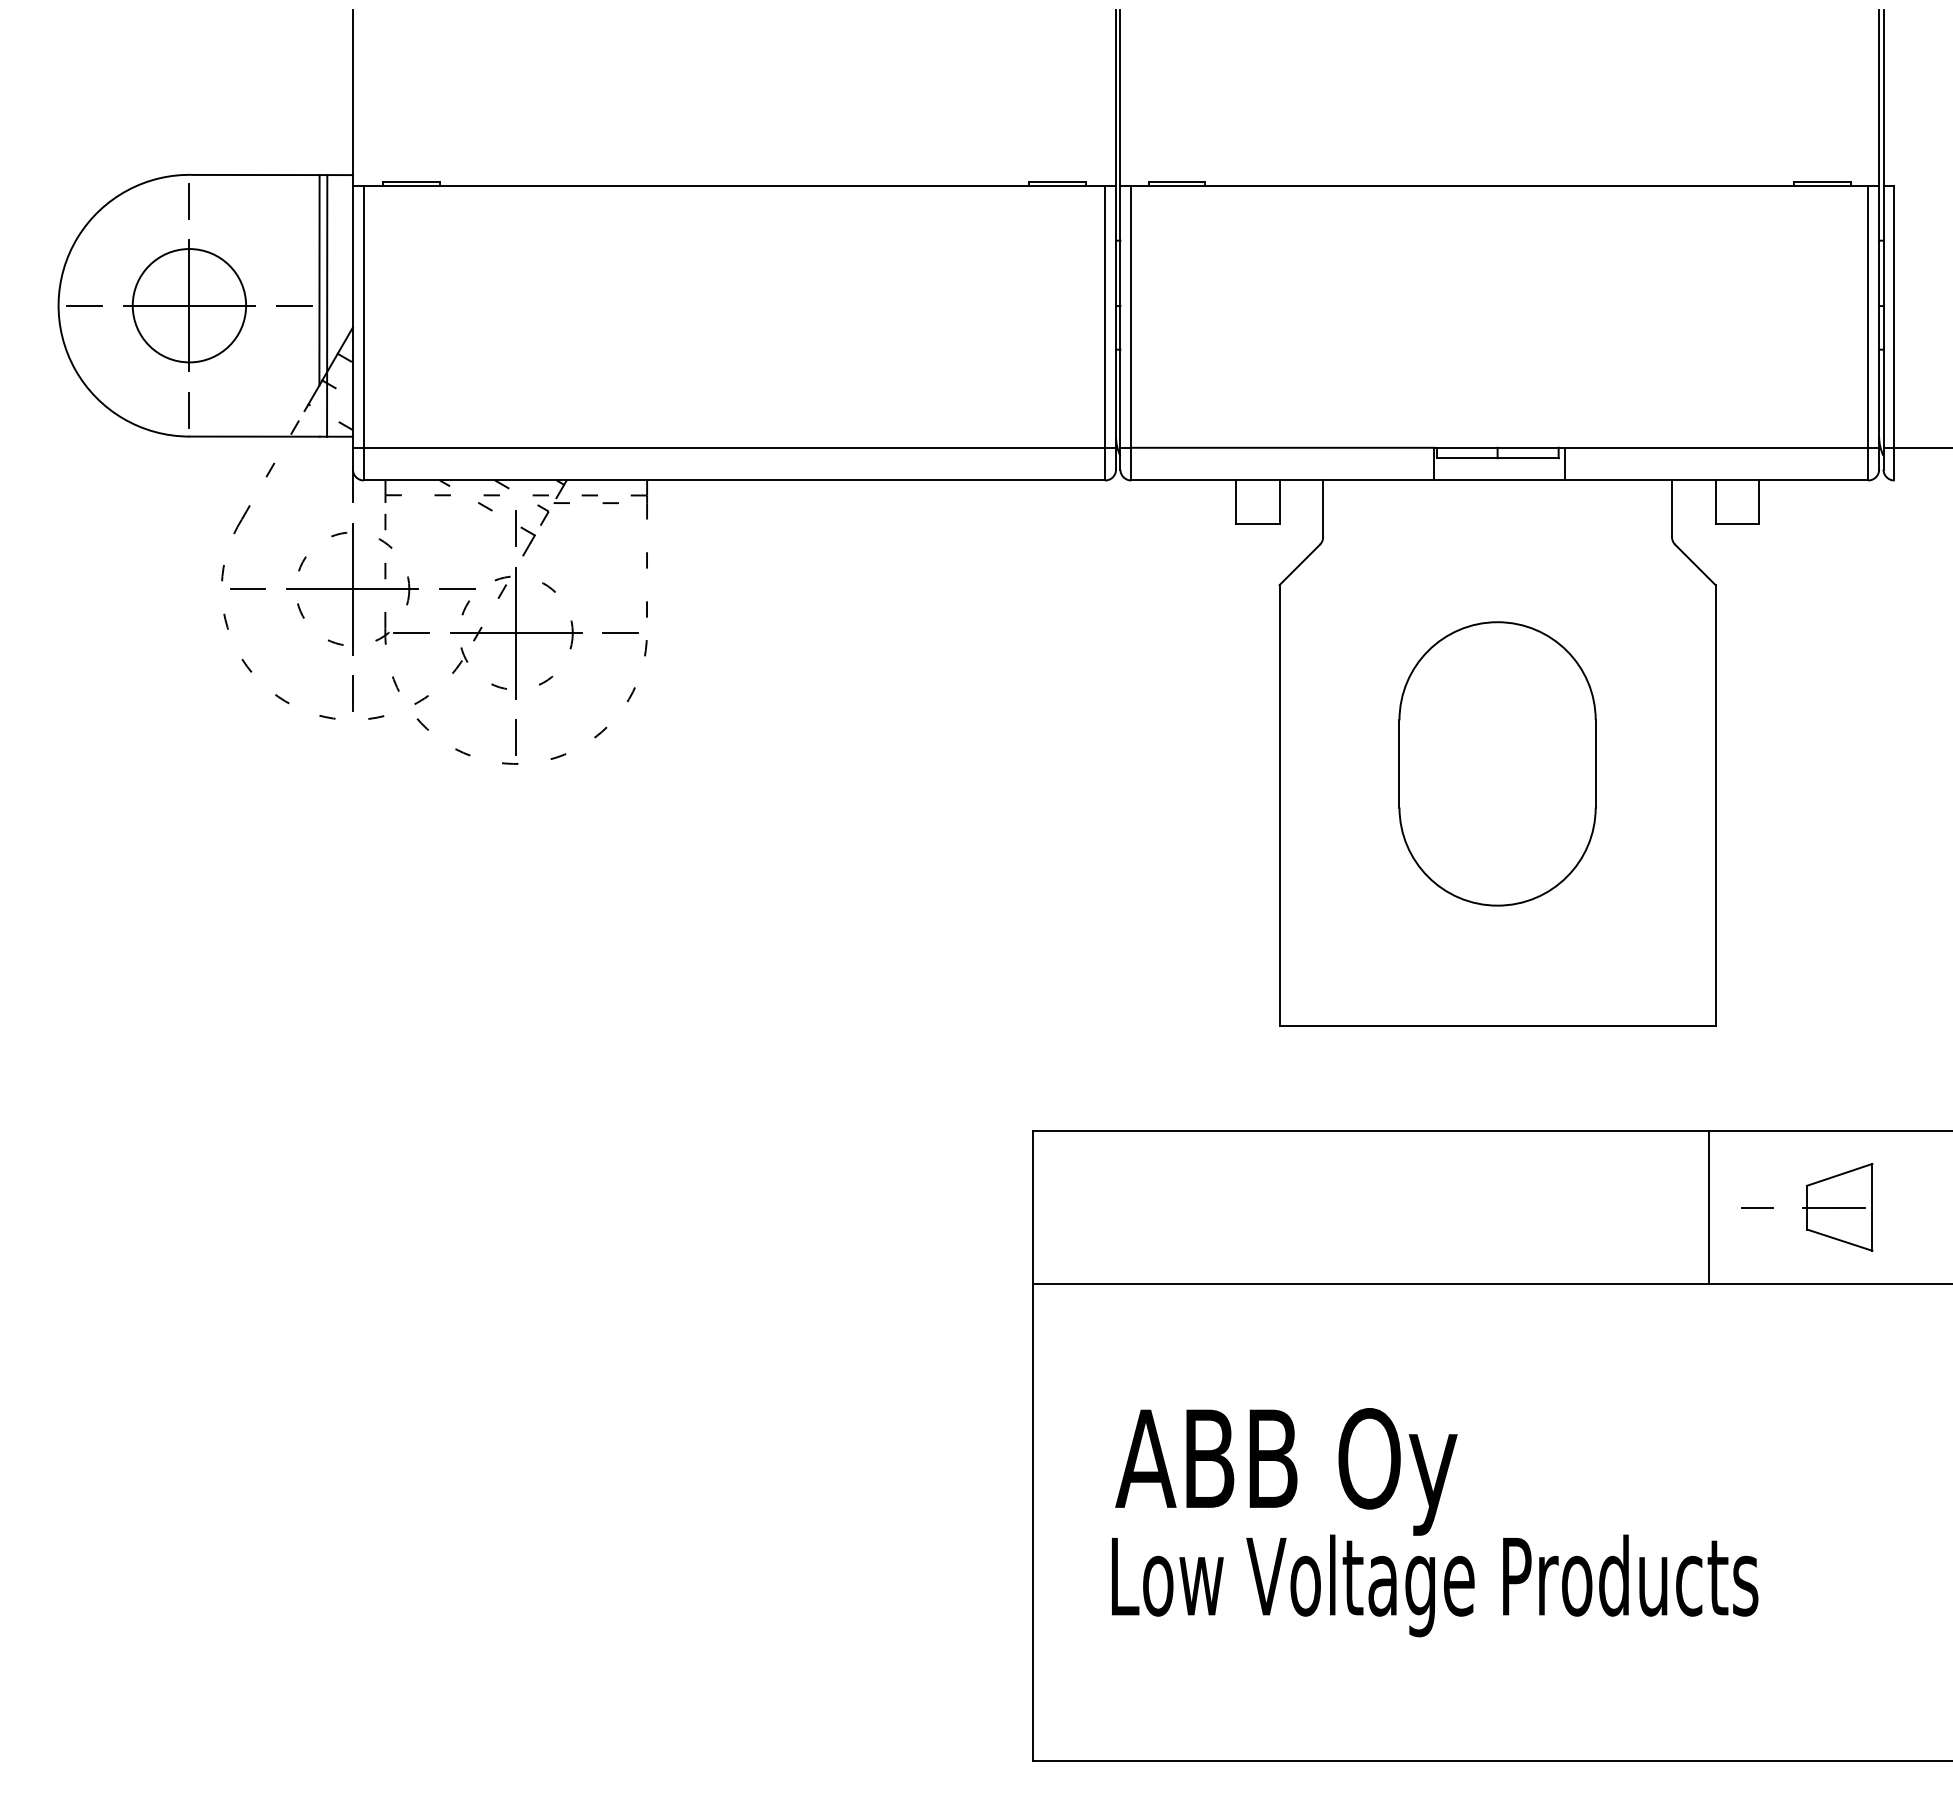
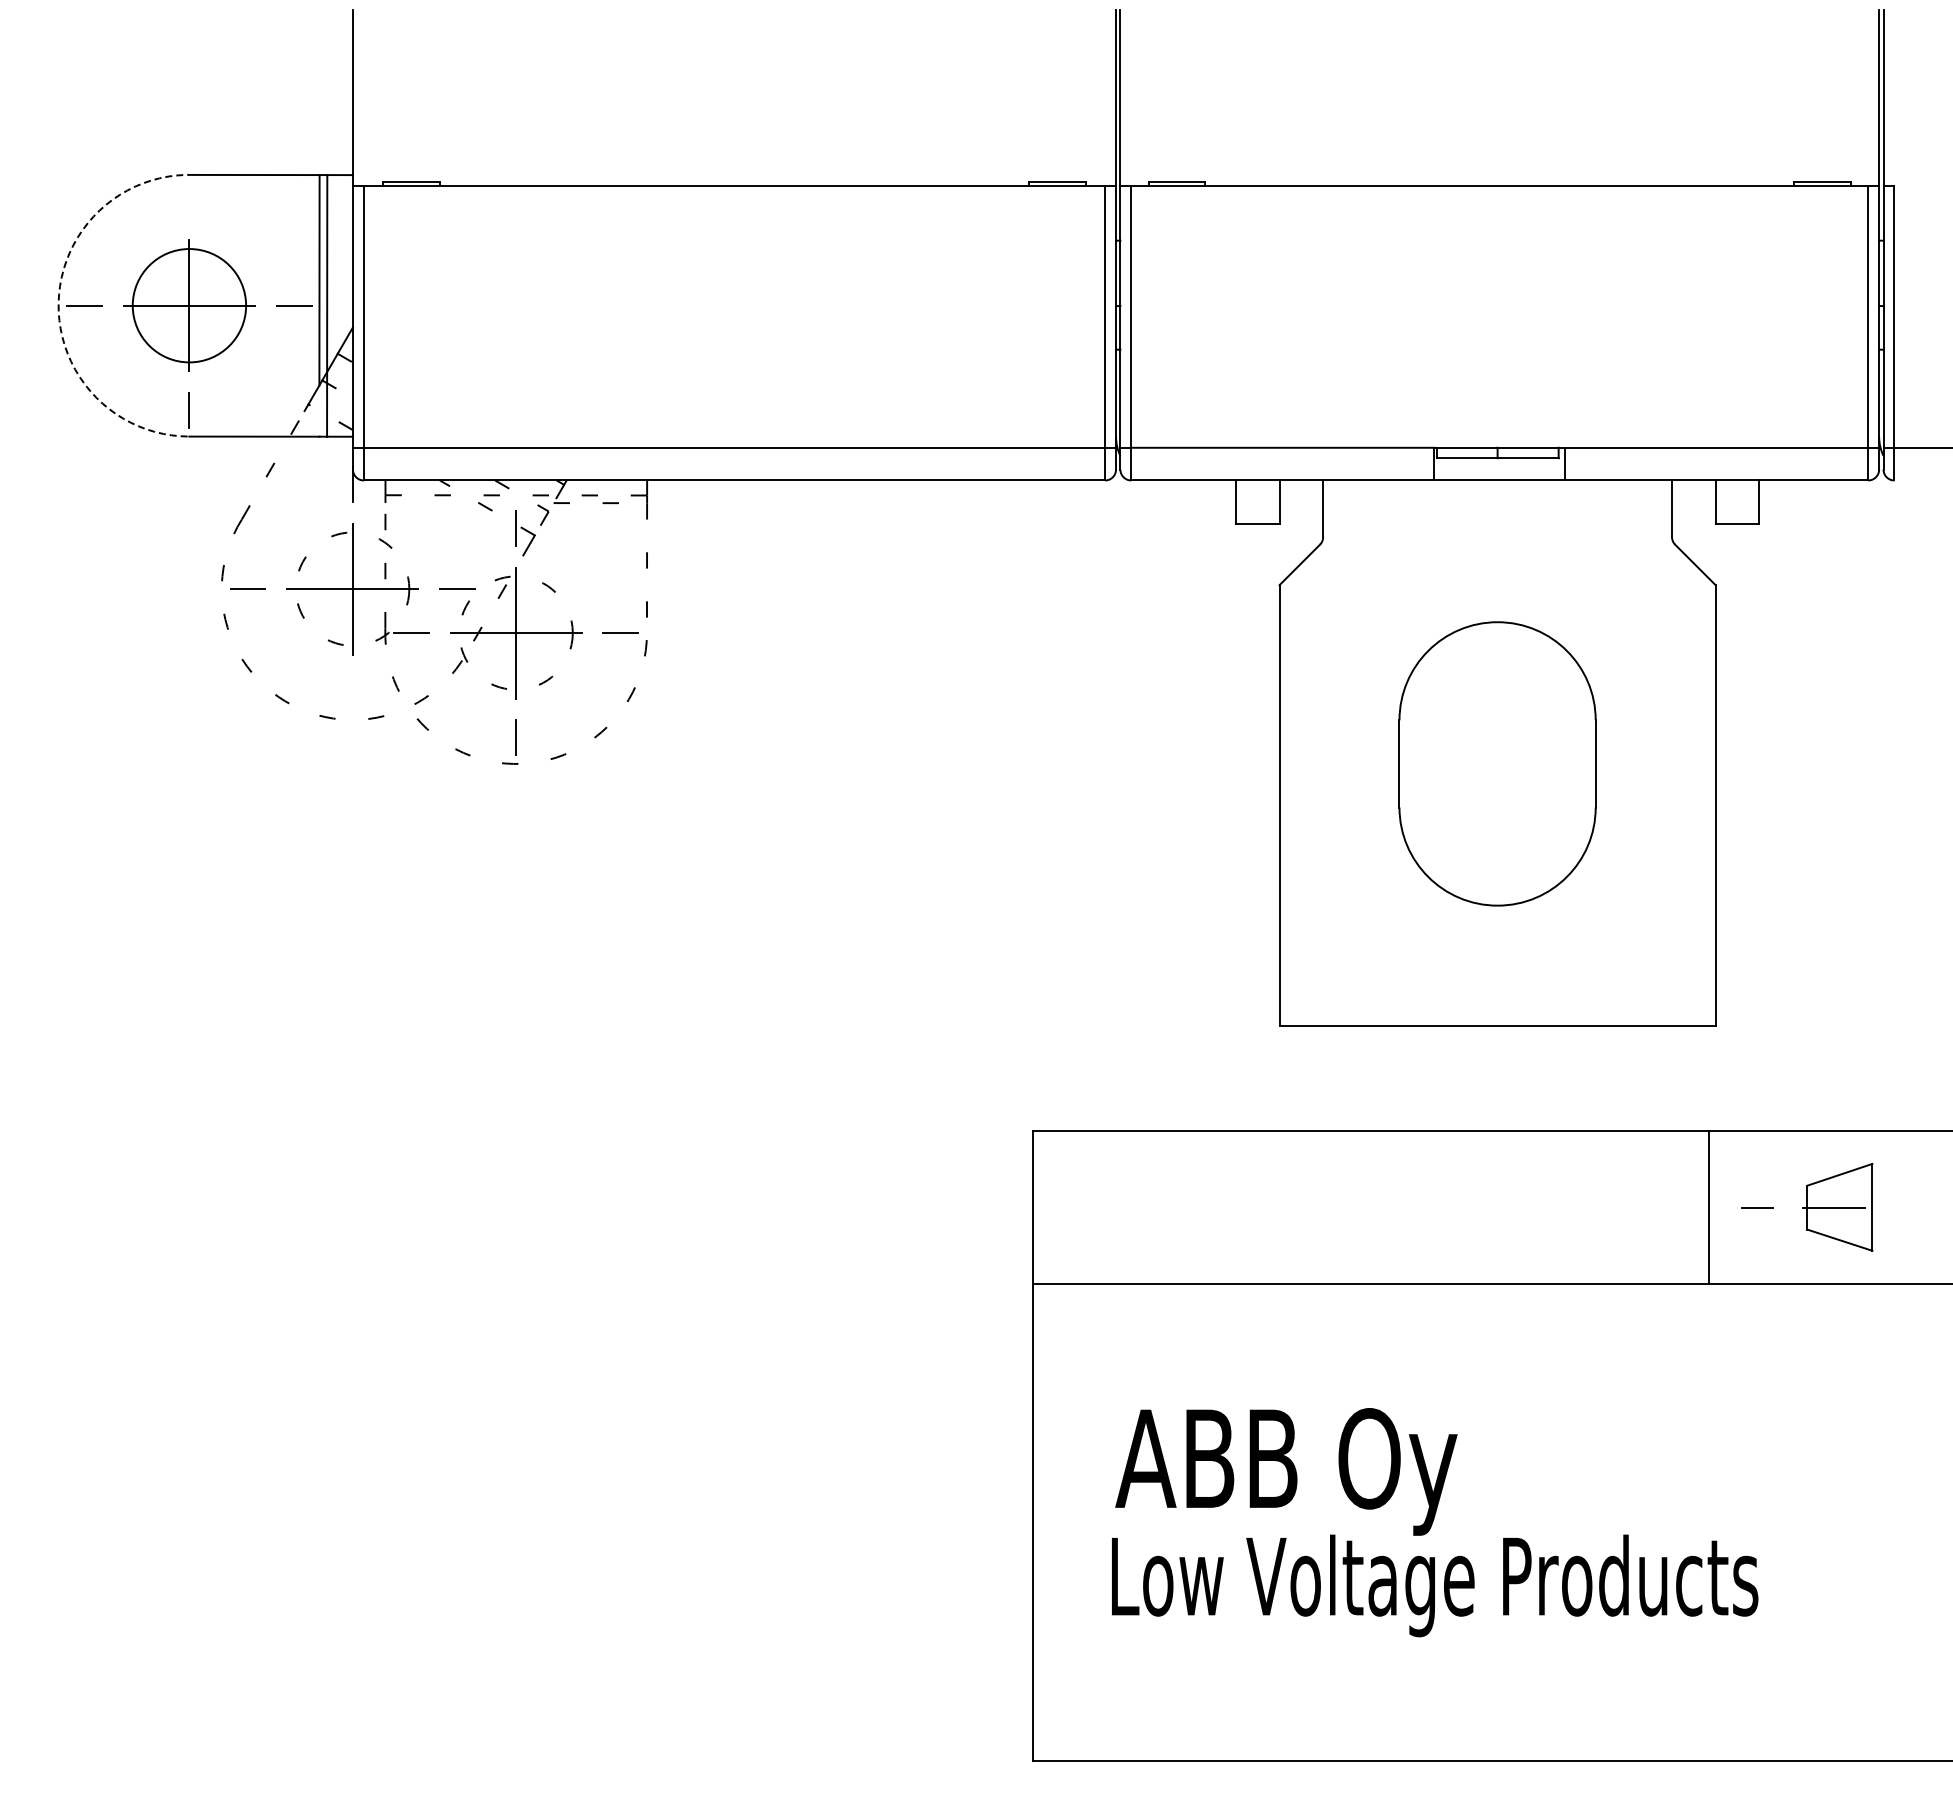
line at (189, 200): present -> none
arc at (58, 303): solid -> dashed
line at (352, 693): present -> none
